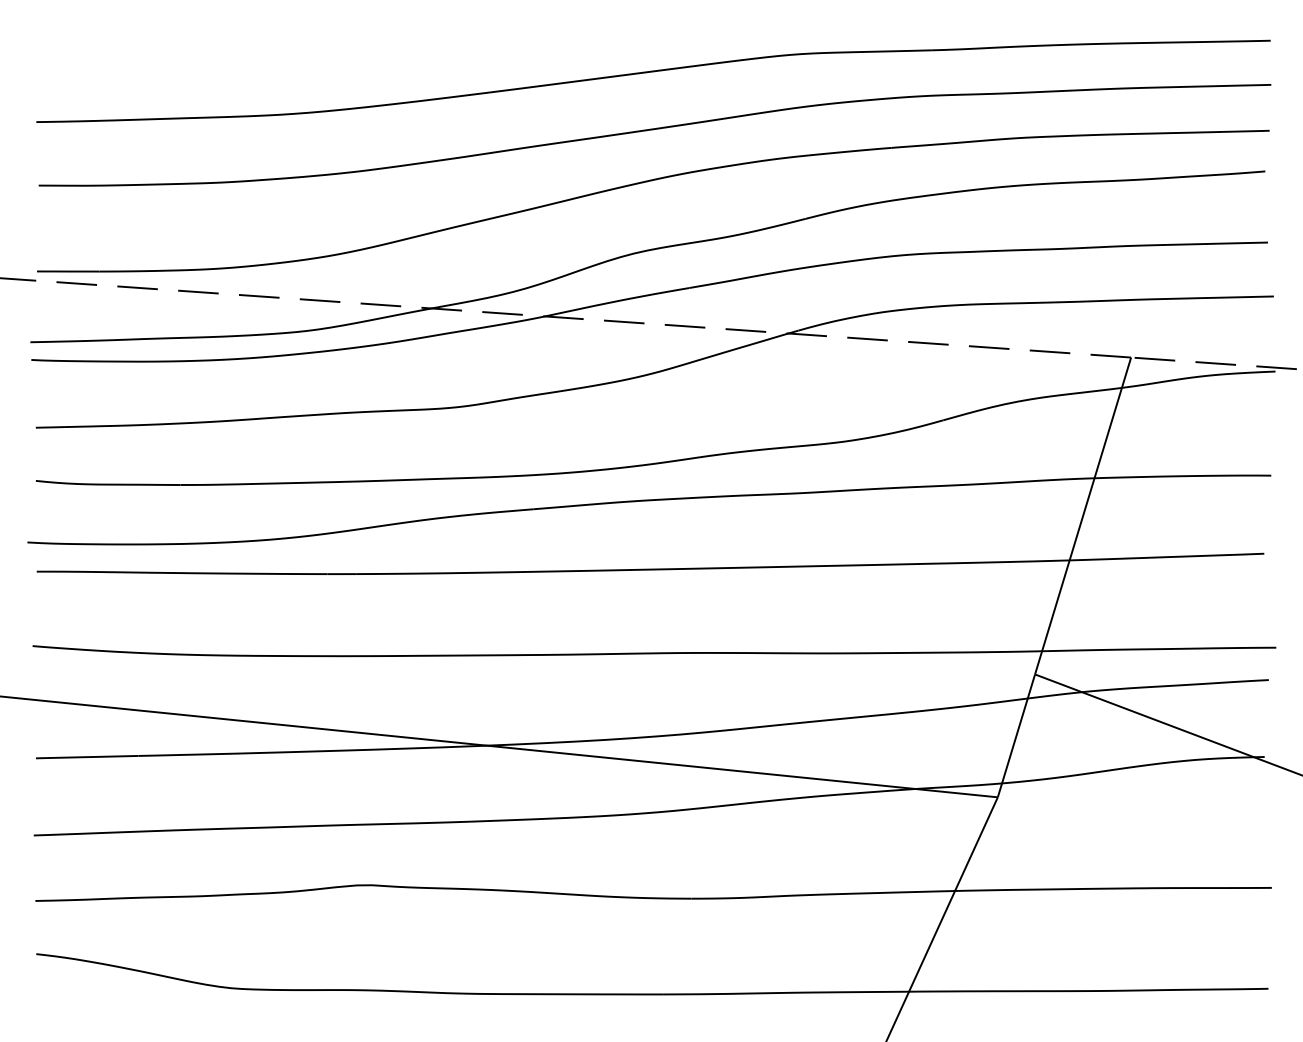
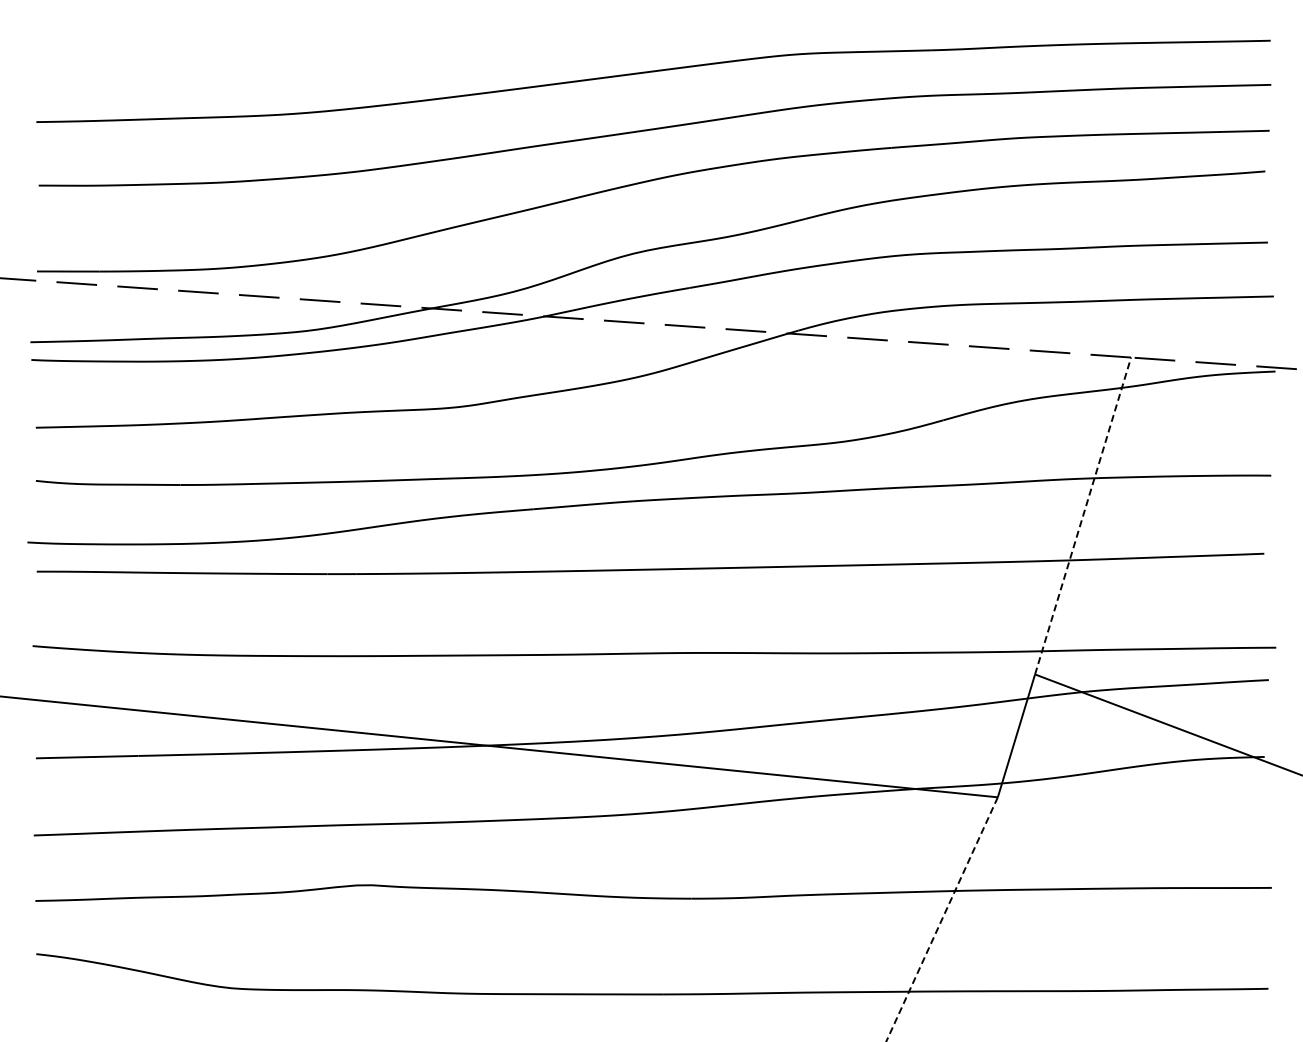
line at (1083, 516): solid -> dashed
line at (941, 920): solid -> dashed
